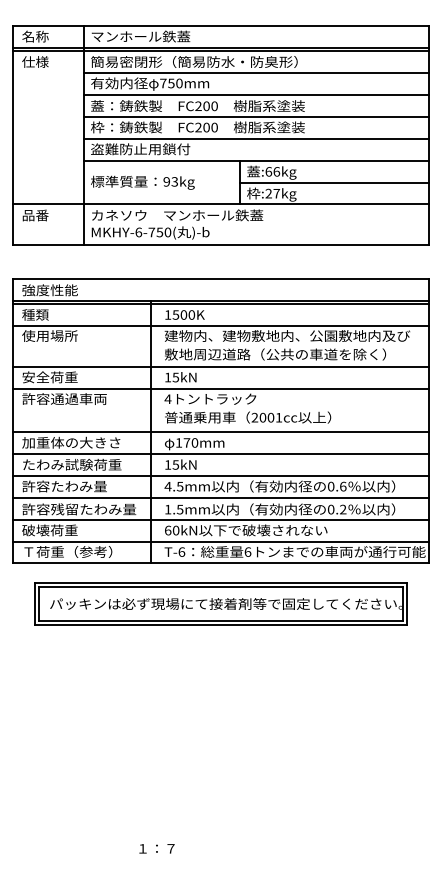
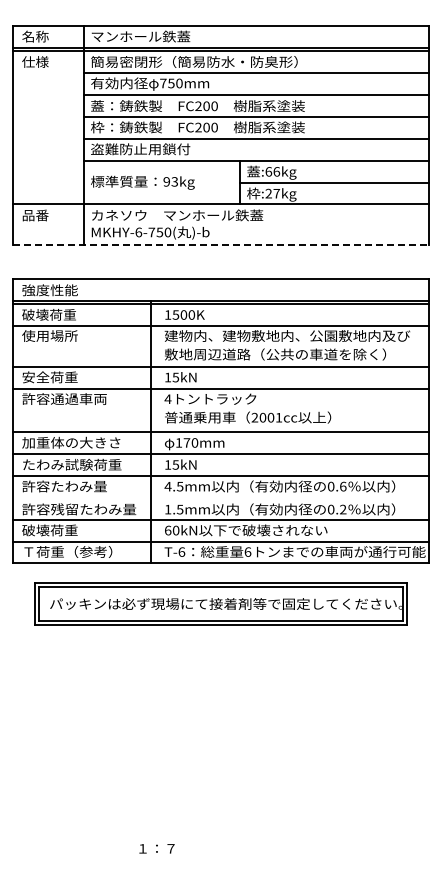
line at (221, 245): solid -> dashed
text at (48, 314): 種類 -> 破壊荷重
line at (220, 497): present -> none
